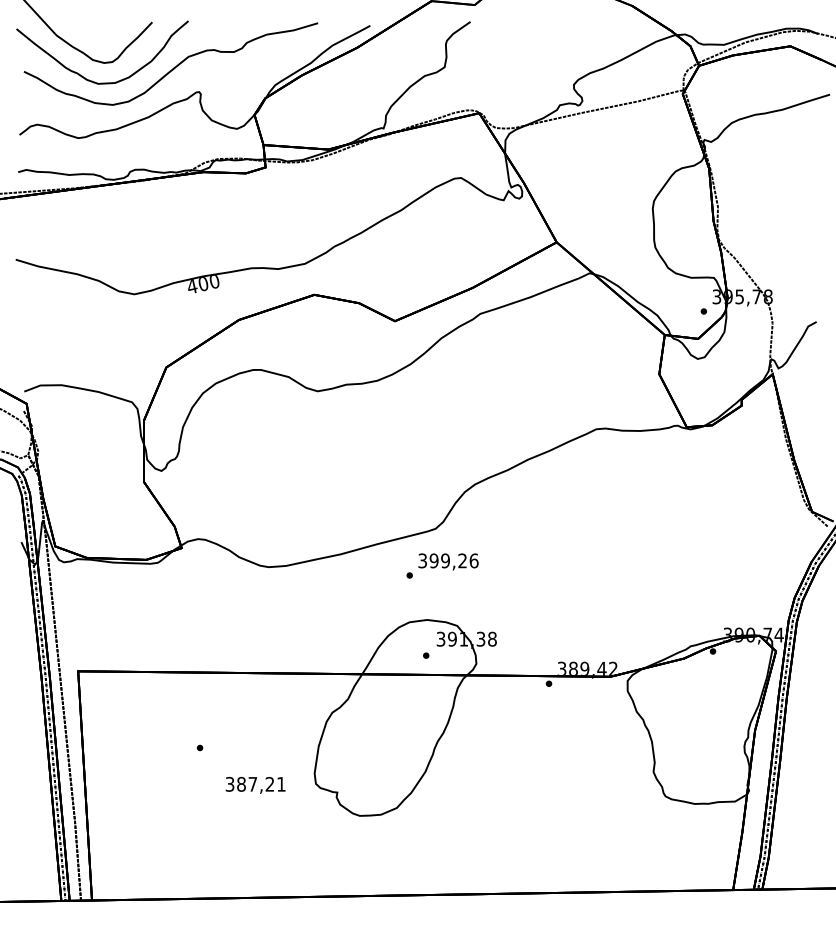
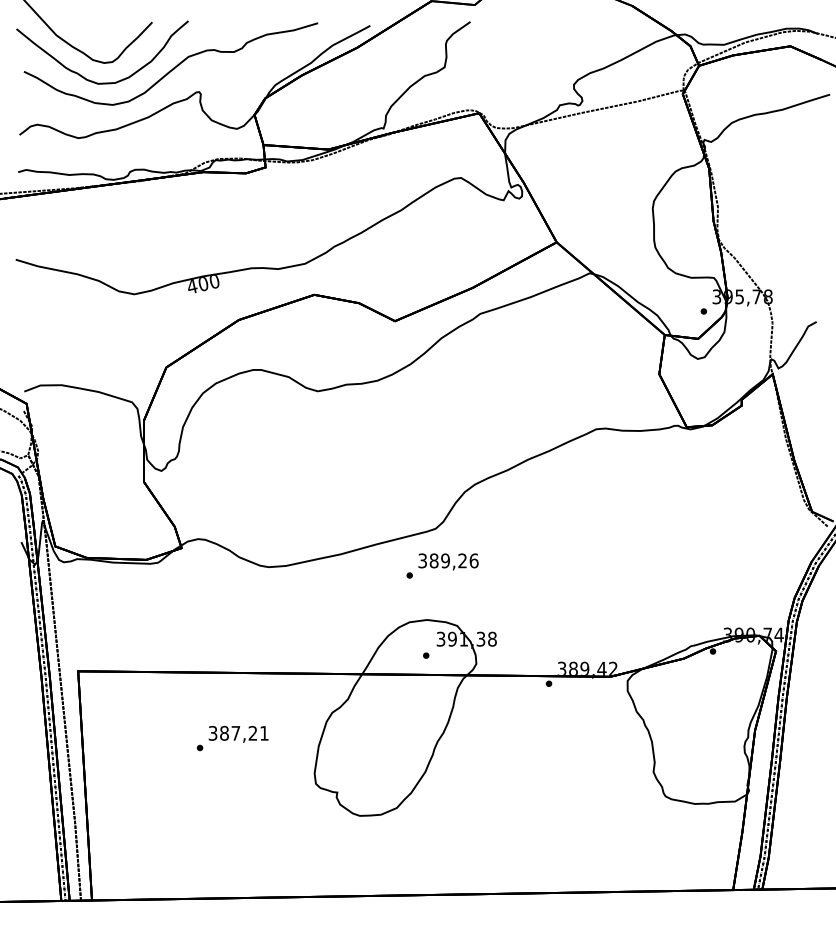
text at (433, 560): 399,26 -> 389,26
text at (255, 784) position: (255, 784) -> (238, 733)
